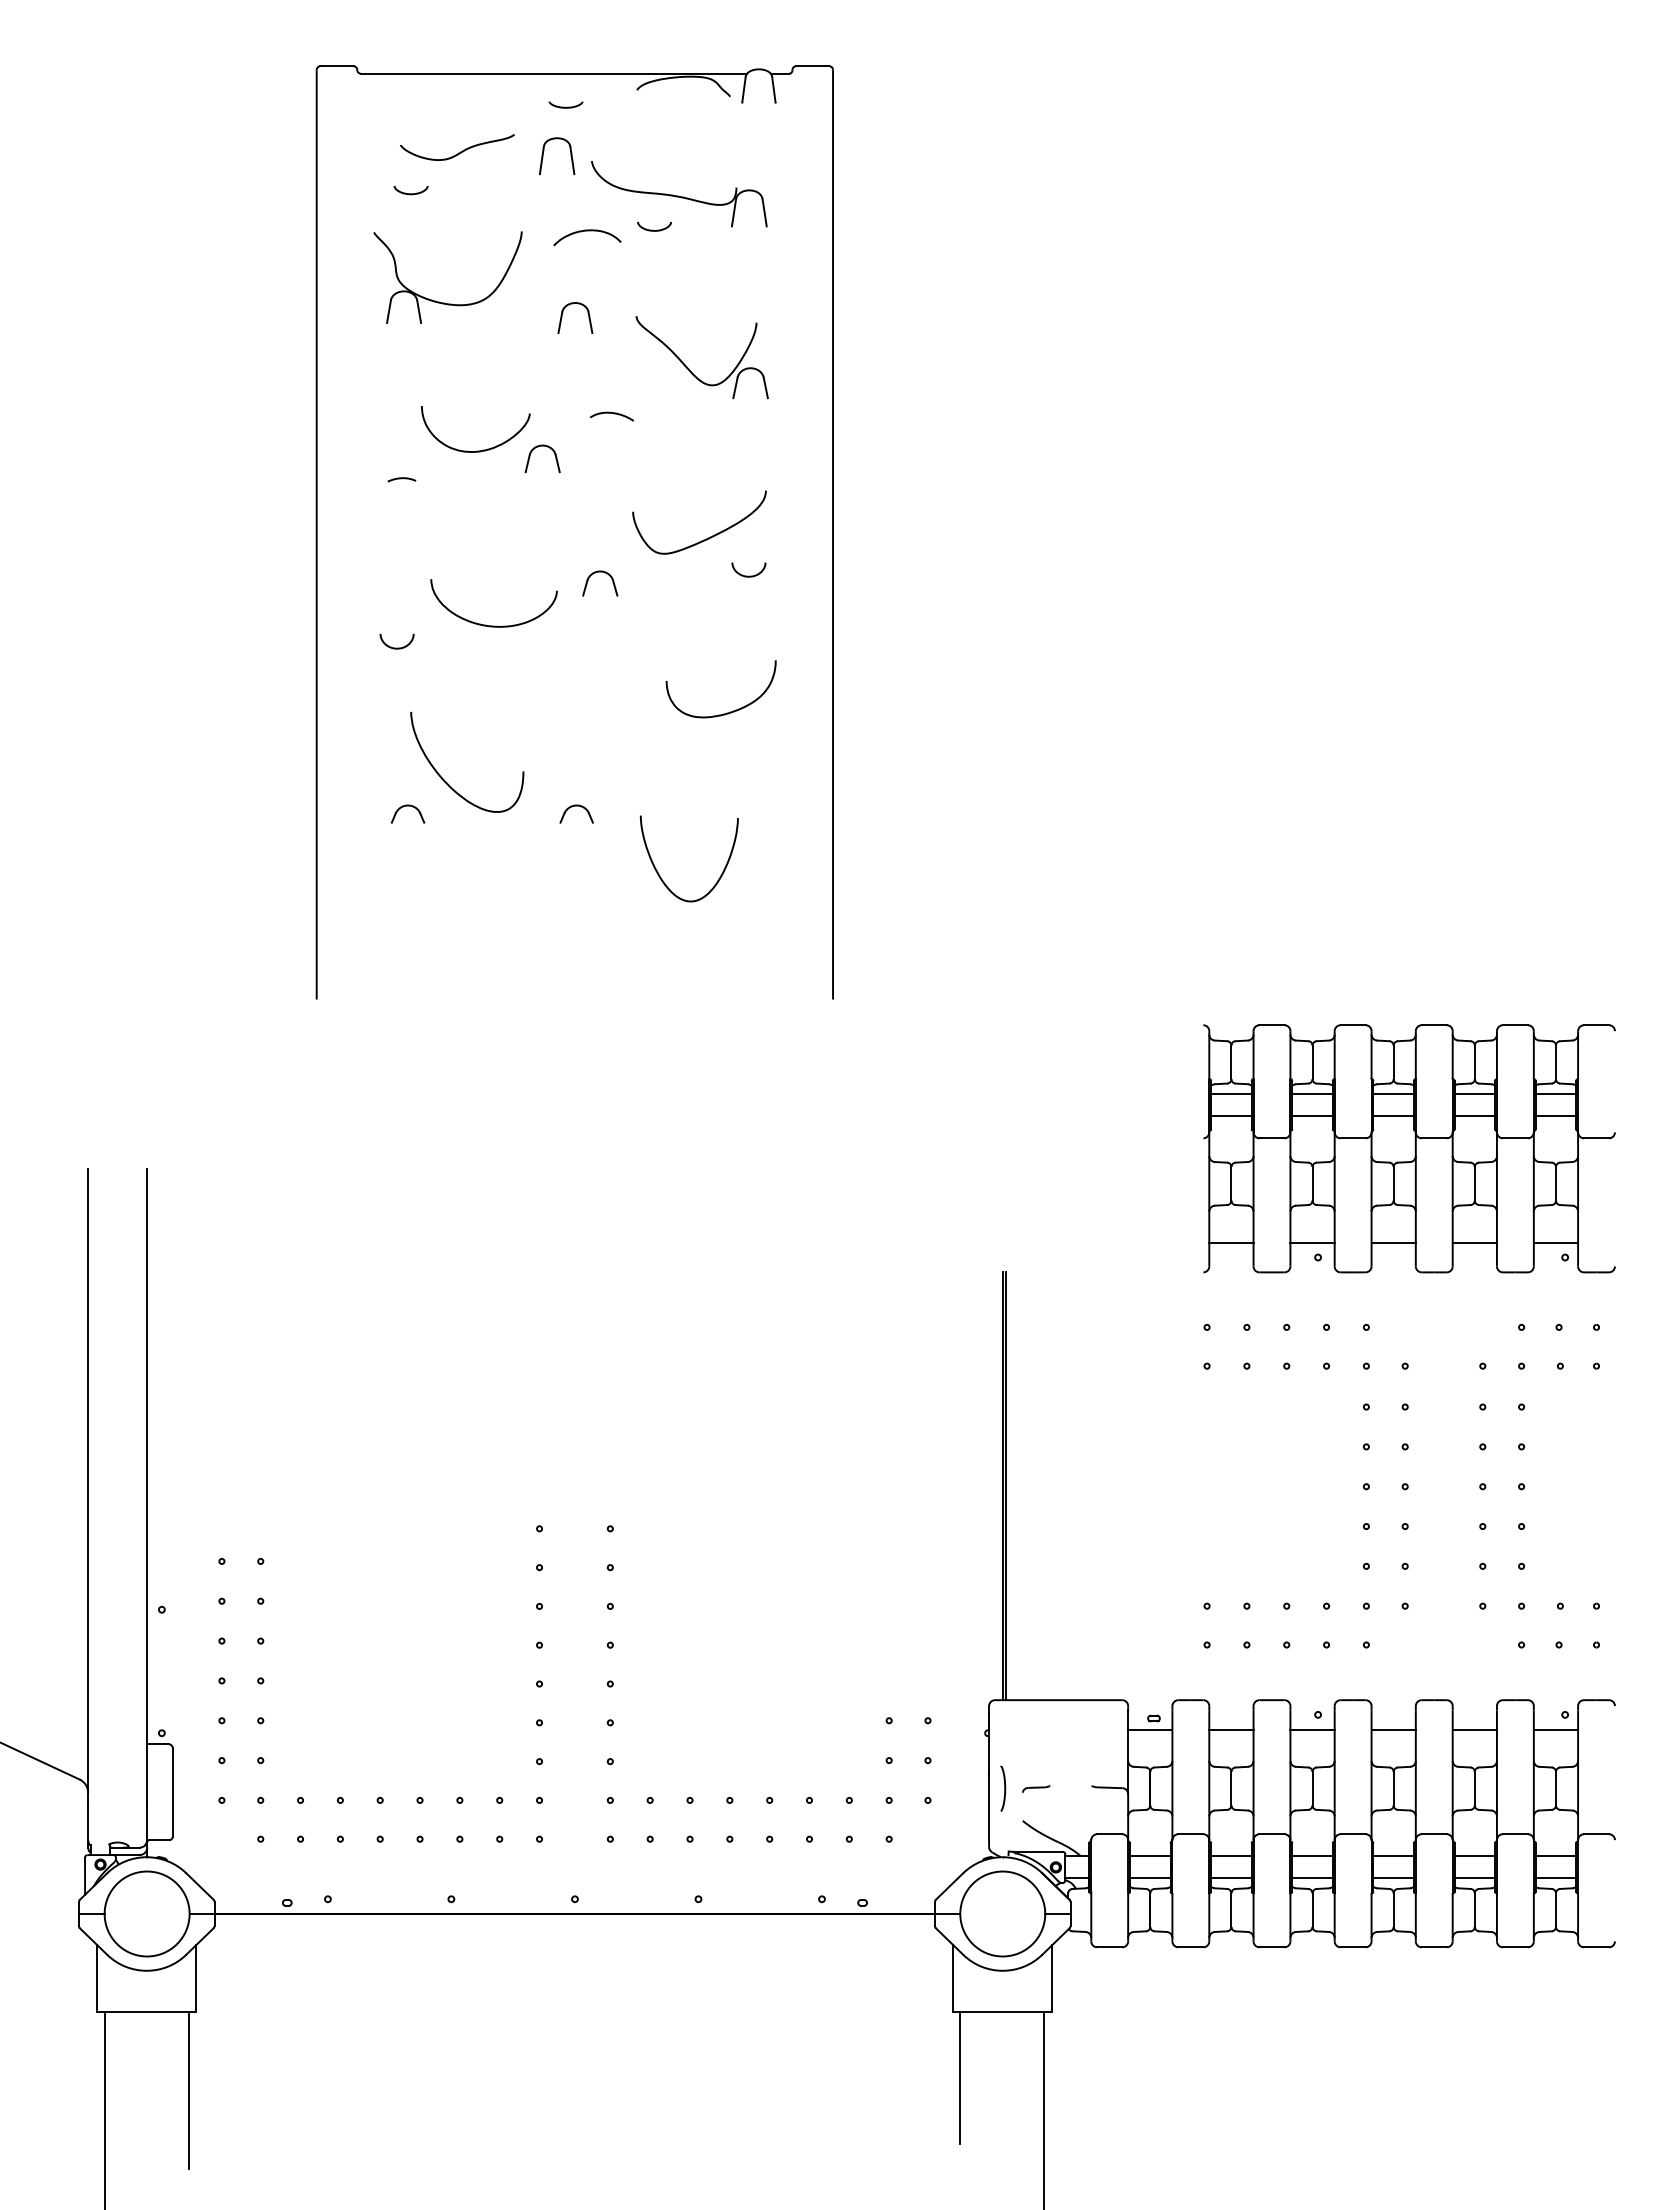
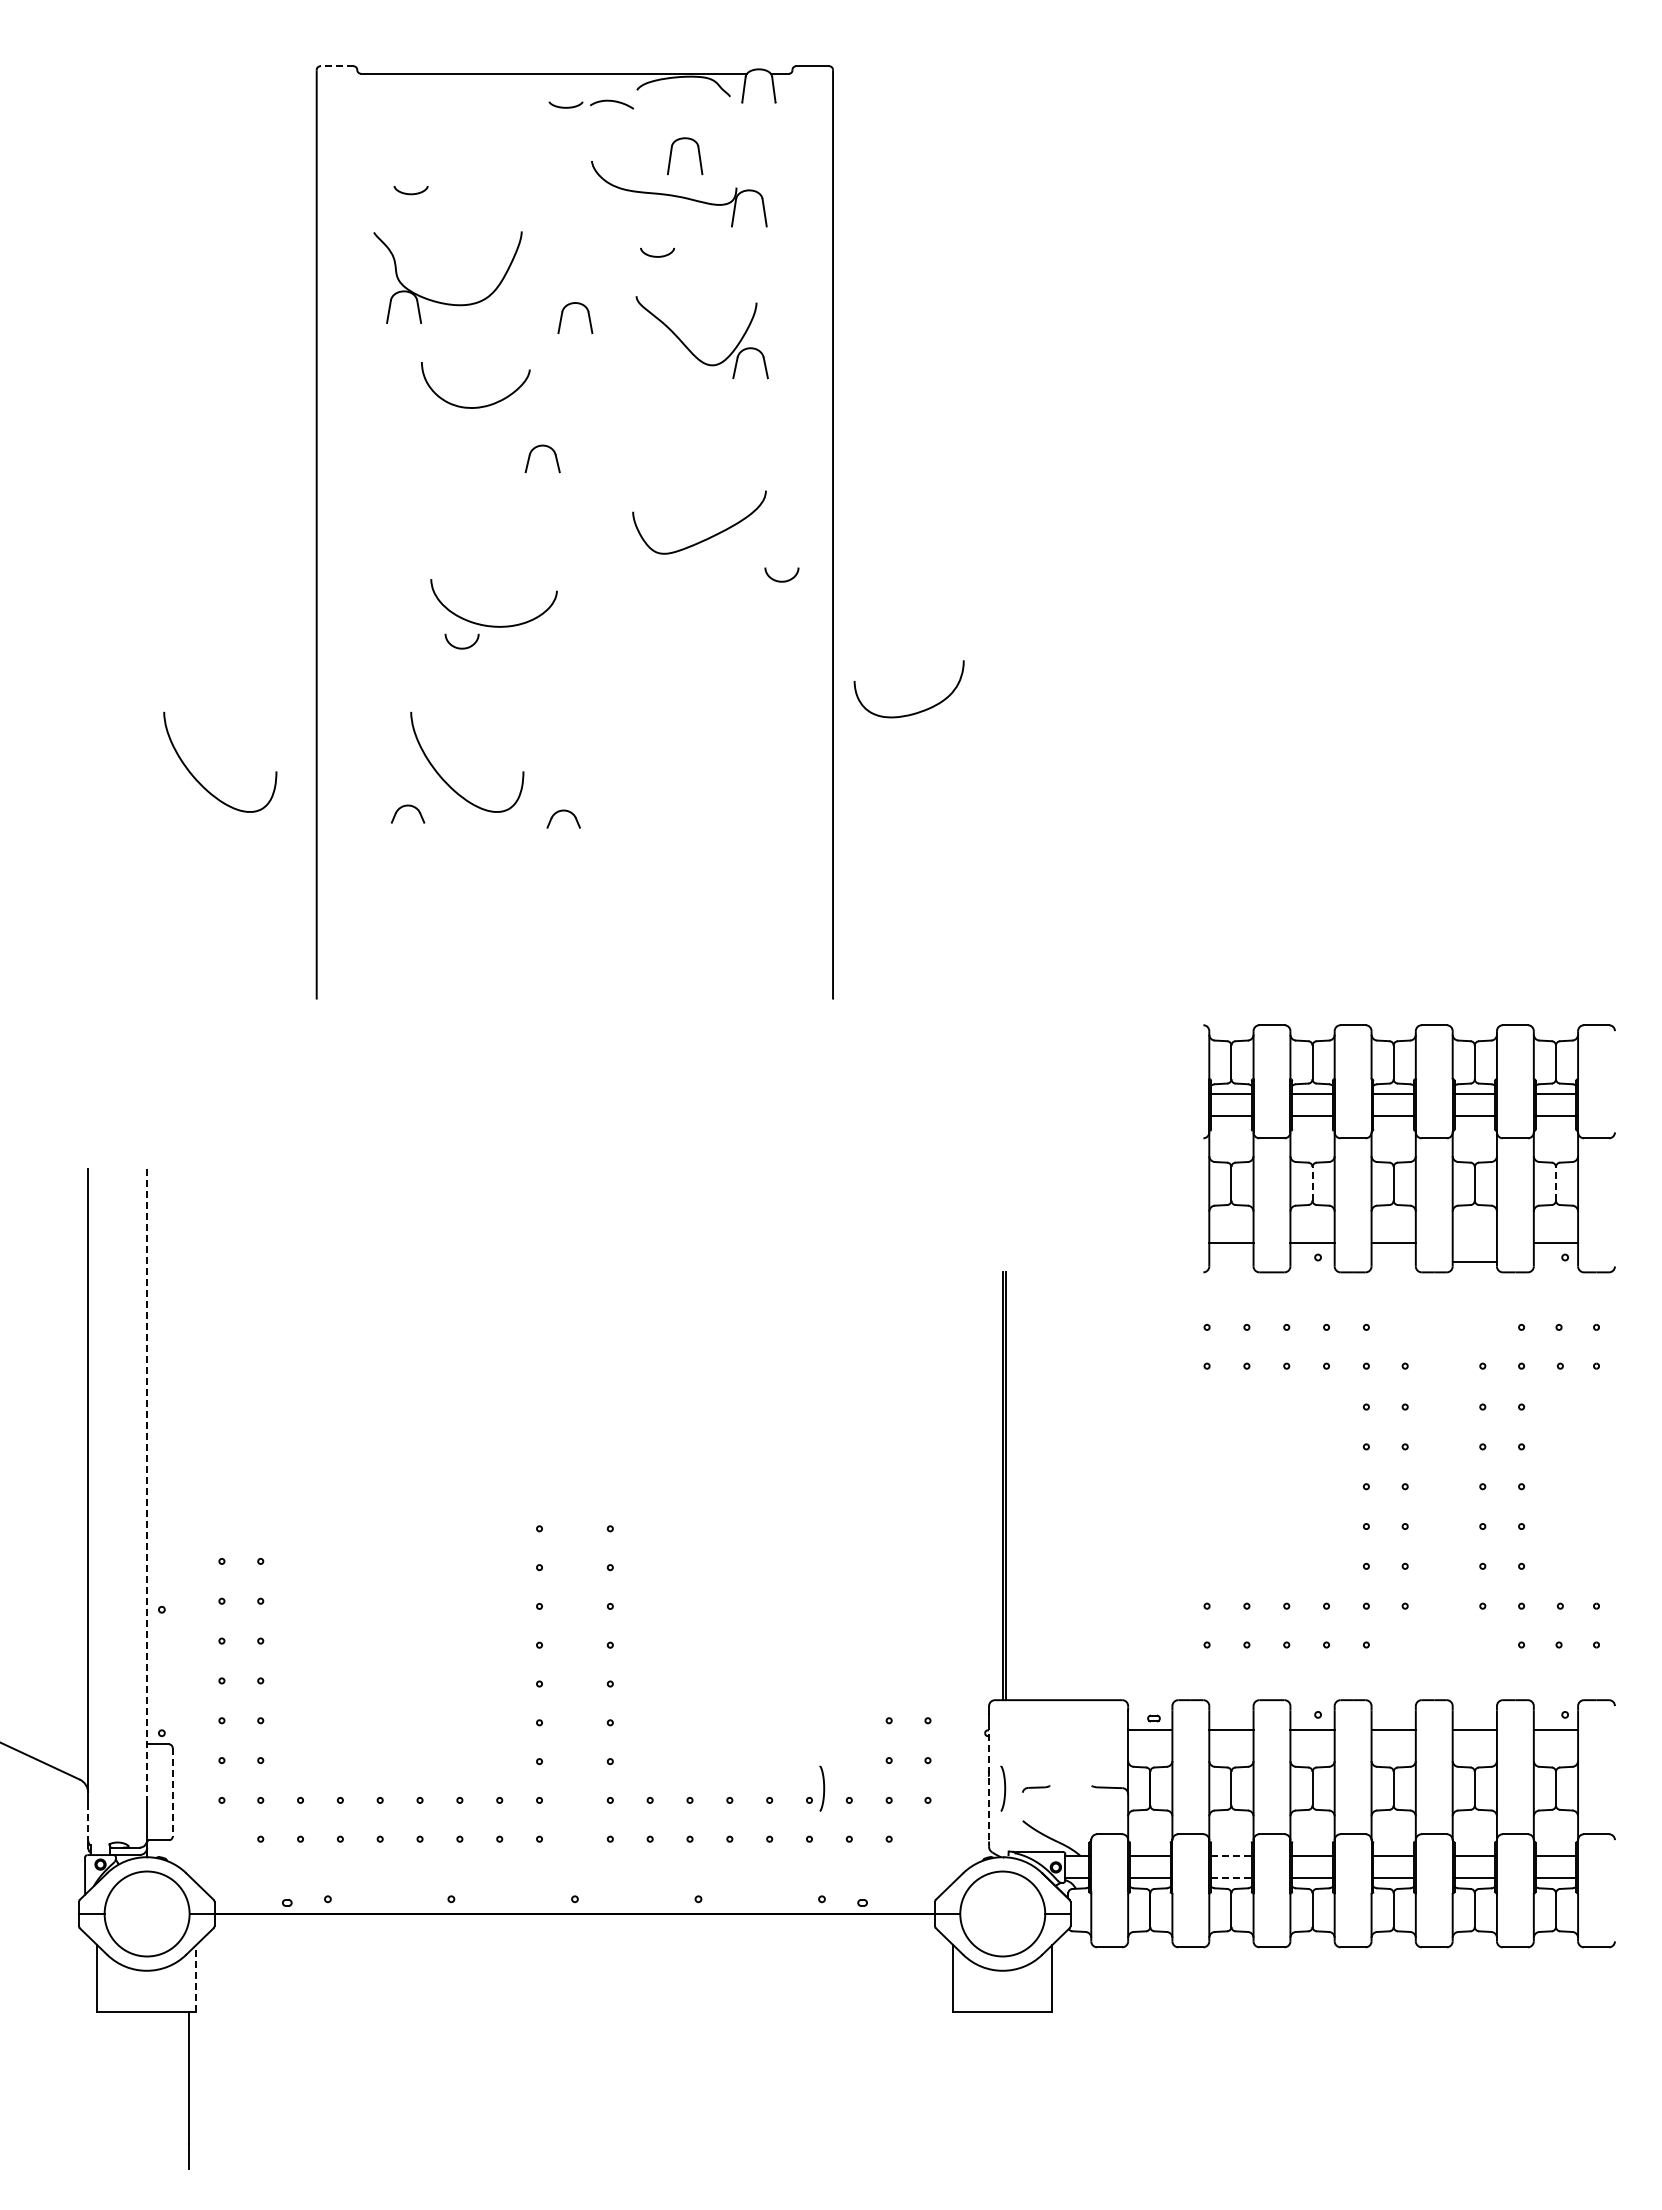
line at (336, 66): solid -> dashed
curve at (460, 151): present -> none
part at (570, 156) position: (570, 156) -> (698, 156)
curve at (652, 229) position: (652, 229) -> (655, 255)
curve at (587, 231): present -> none
part at (688, 367) position: (688, 367) -> (688, 347)
curve at (614, 414) position: (614, 414) -> (614, 102)
curve at (476, 450) position: (476, 450) -> (476, 406)
curve at (401, 479): present -> none
part at (604, 573): present -> none
curve at (748, 575) position: (748, 575) -> (781, 580)
curve at (396, 647) position: (396, 647) -> (461, 647)
curve at (726, 712) position: (726, 712) -> (914, 712)
curve at (199, 781): none -> present
part at (576, 806) position: (576, 806) -> (563, 811)
curve at (660, 875): present -> none
line at (1312, 1183): solid -> dashed
line at (1555, 1183): solid -> dashed
line at (1474, 1242) position: (1474, 1242) -> (1474, 1261)
line at (147, 1486): solid -> dashed
line at (989, 1782): solid -> dashed
curve at (823, 1788): none -> present
line at (172, 1792): solid -> dashed
line at (88, 1822): solid -> dashed
line at (1231, 1856): solid -> dashed
line at (1231, 1878): solid -> dashed
line at (196, 1978): solid -> dashed
line at (960, 2077): present -> none
line at (105, 2109): present -> none
line at (1044, 2109): present -> none
